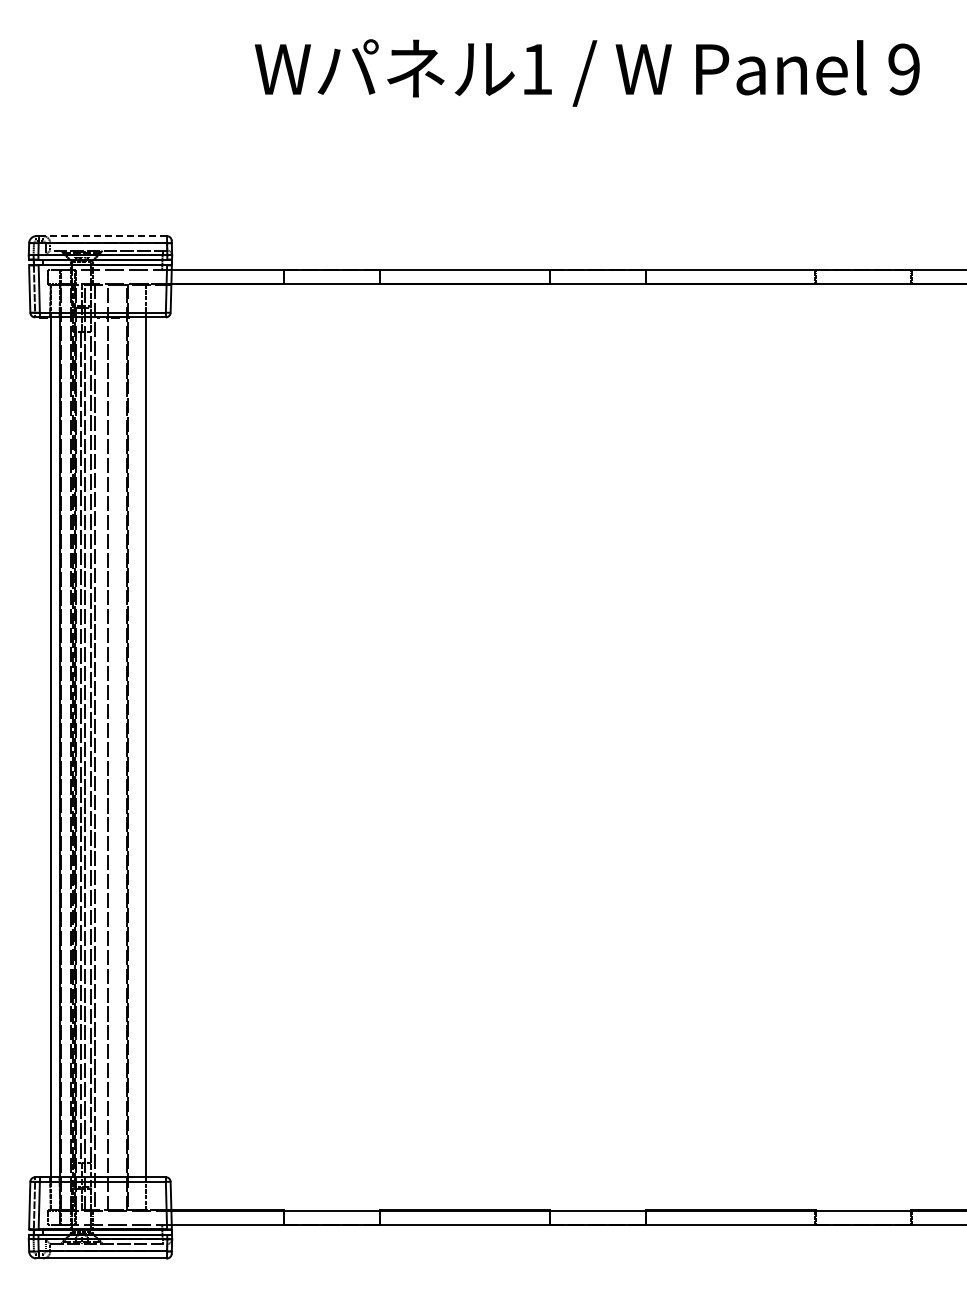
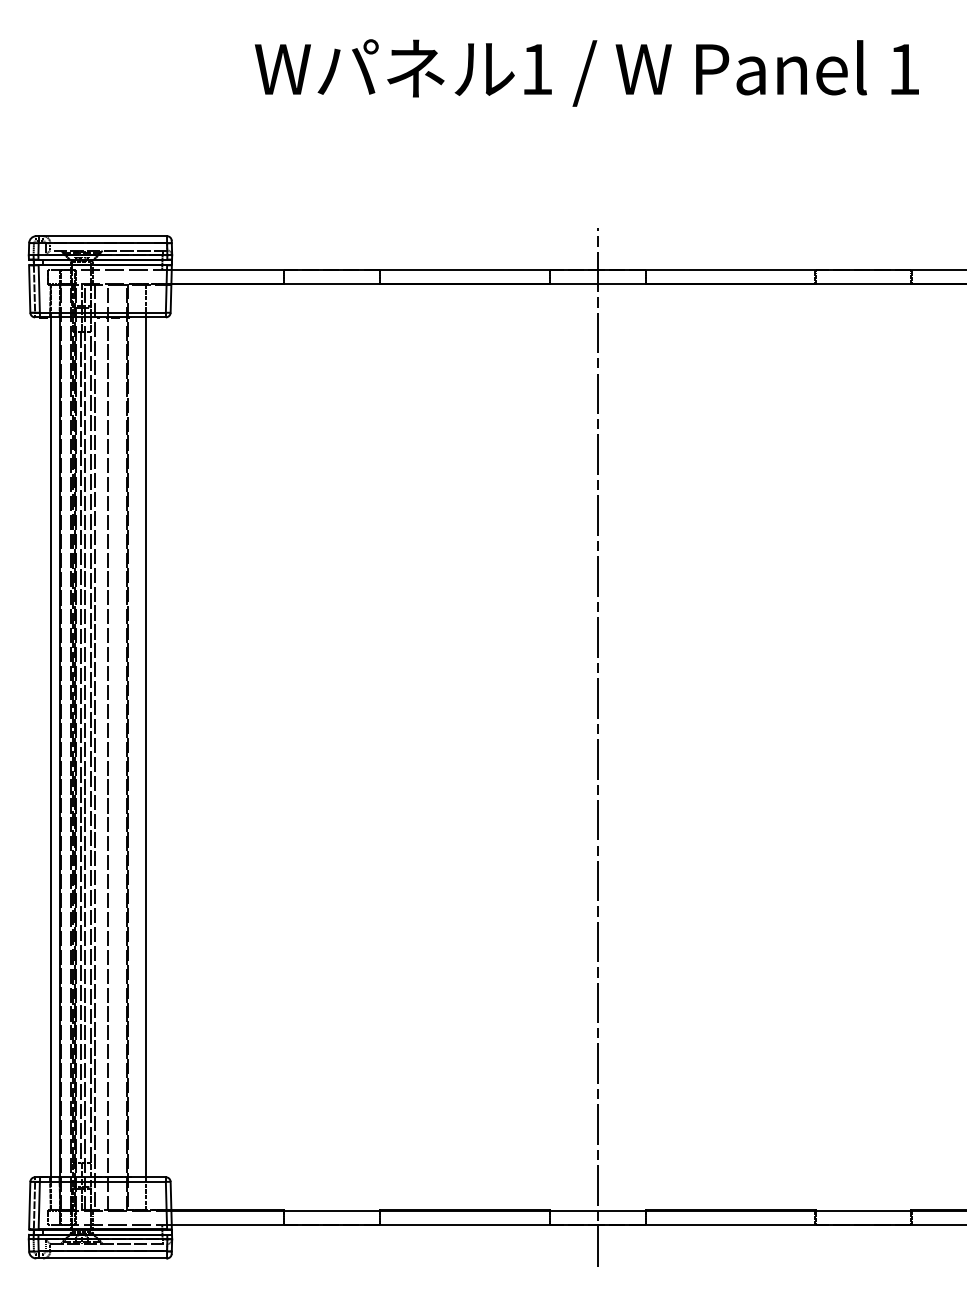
text at (903, 69): 9 -> 1
line at (102, 236): dashed -> solid
line at (597, 746): none -> present
